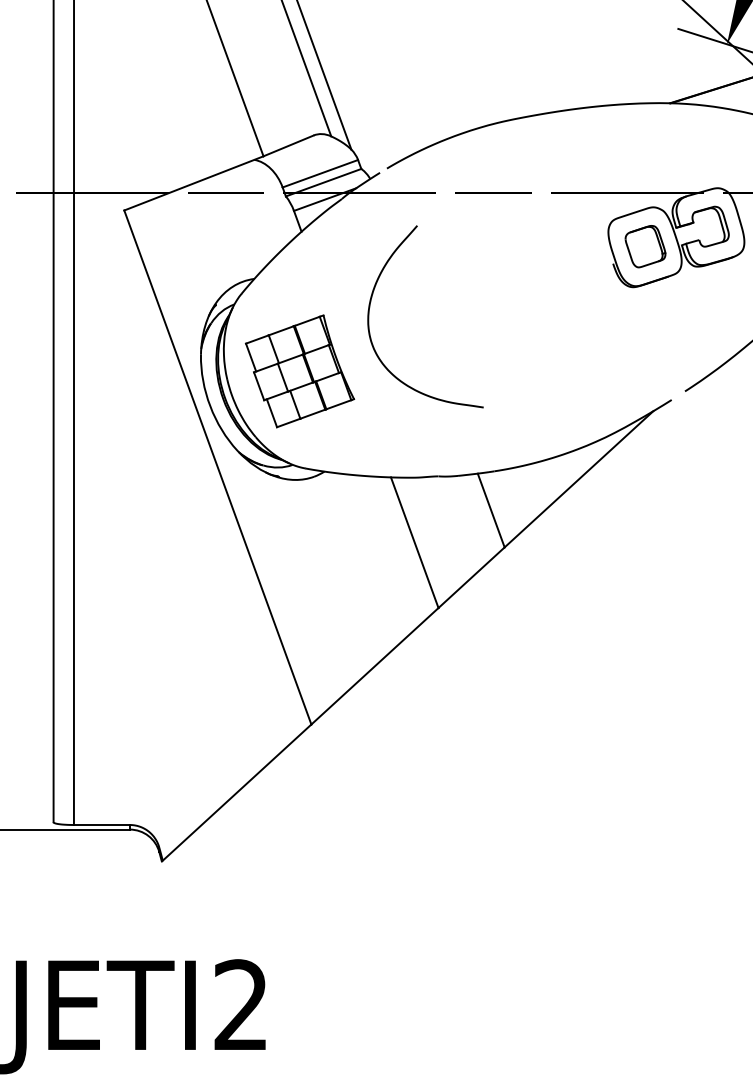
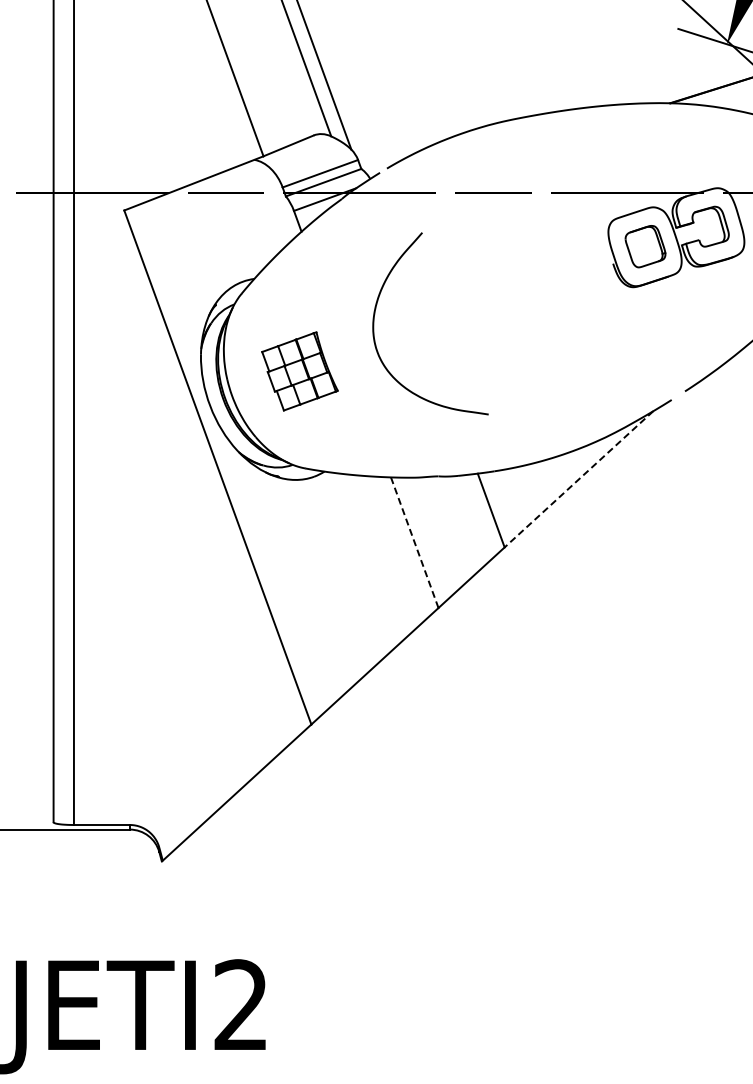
curve at (370, 307) position: (370, 307) -> (375, 314)
part at (299, 371) size: 112x115 px -> 78x81 px
line at (579, 479): solid -> dashed
line at (414, 542): solid -> dashed
